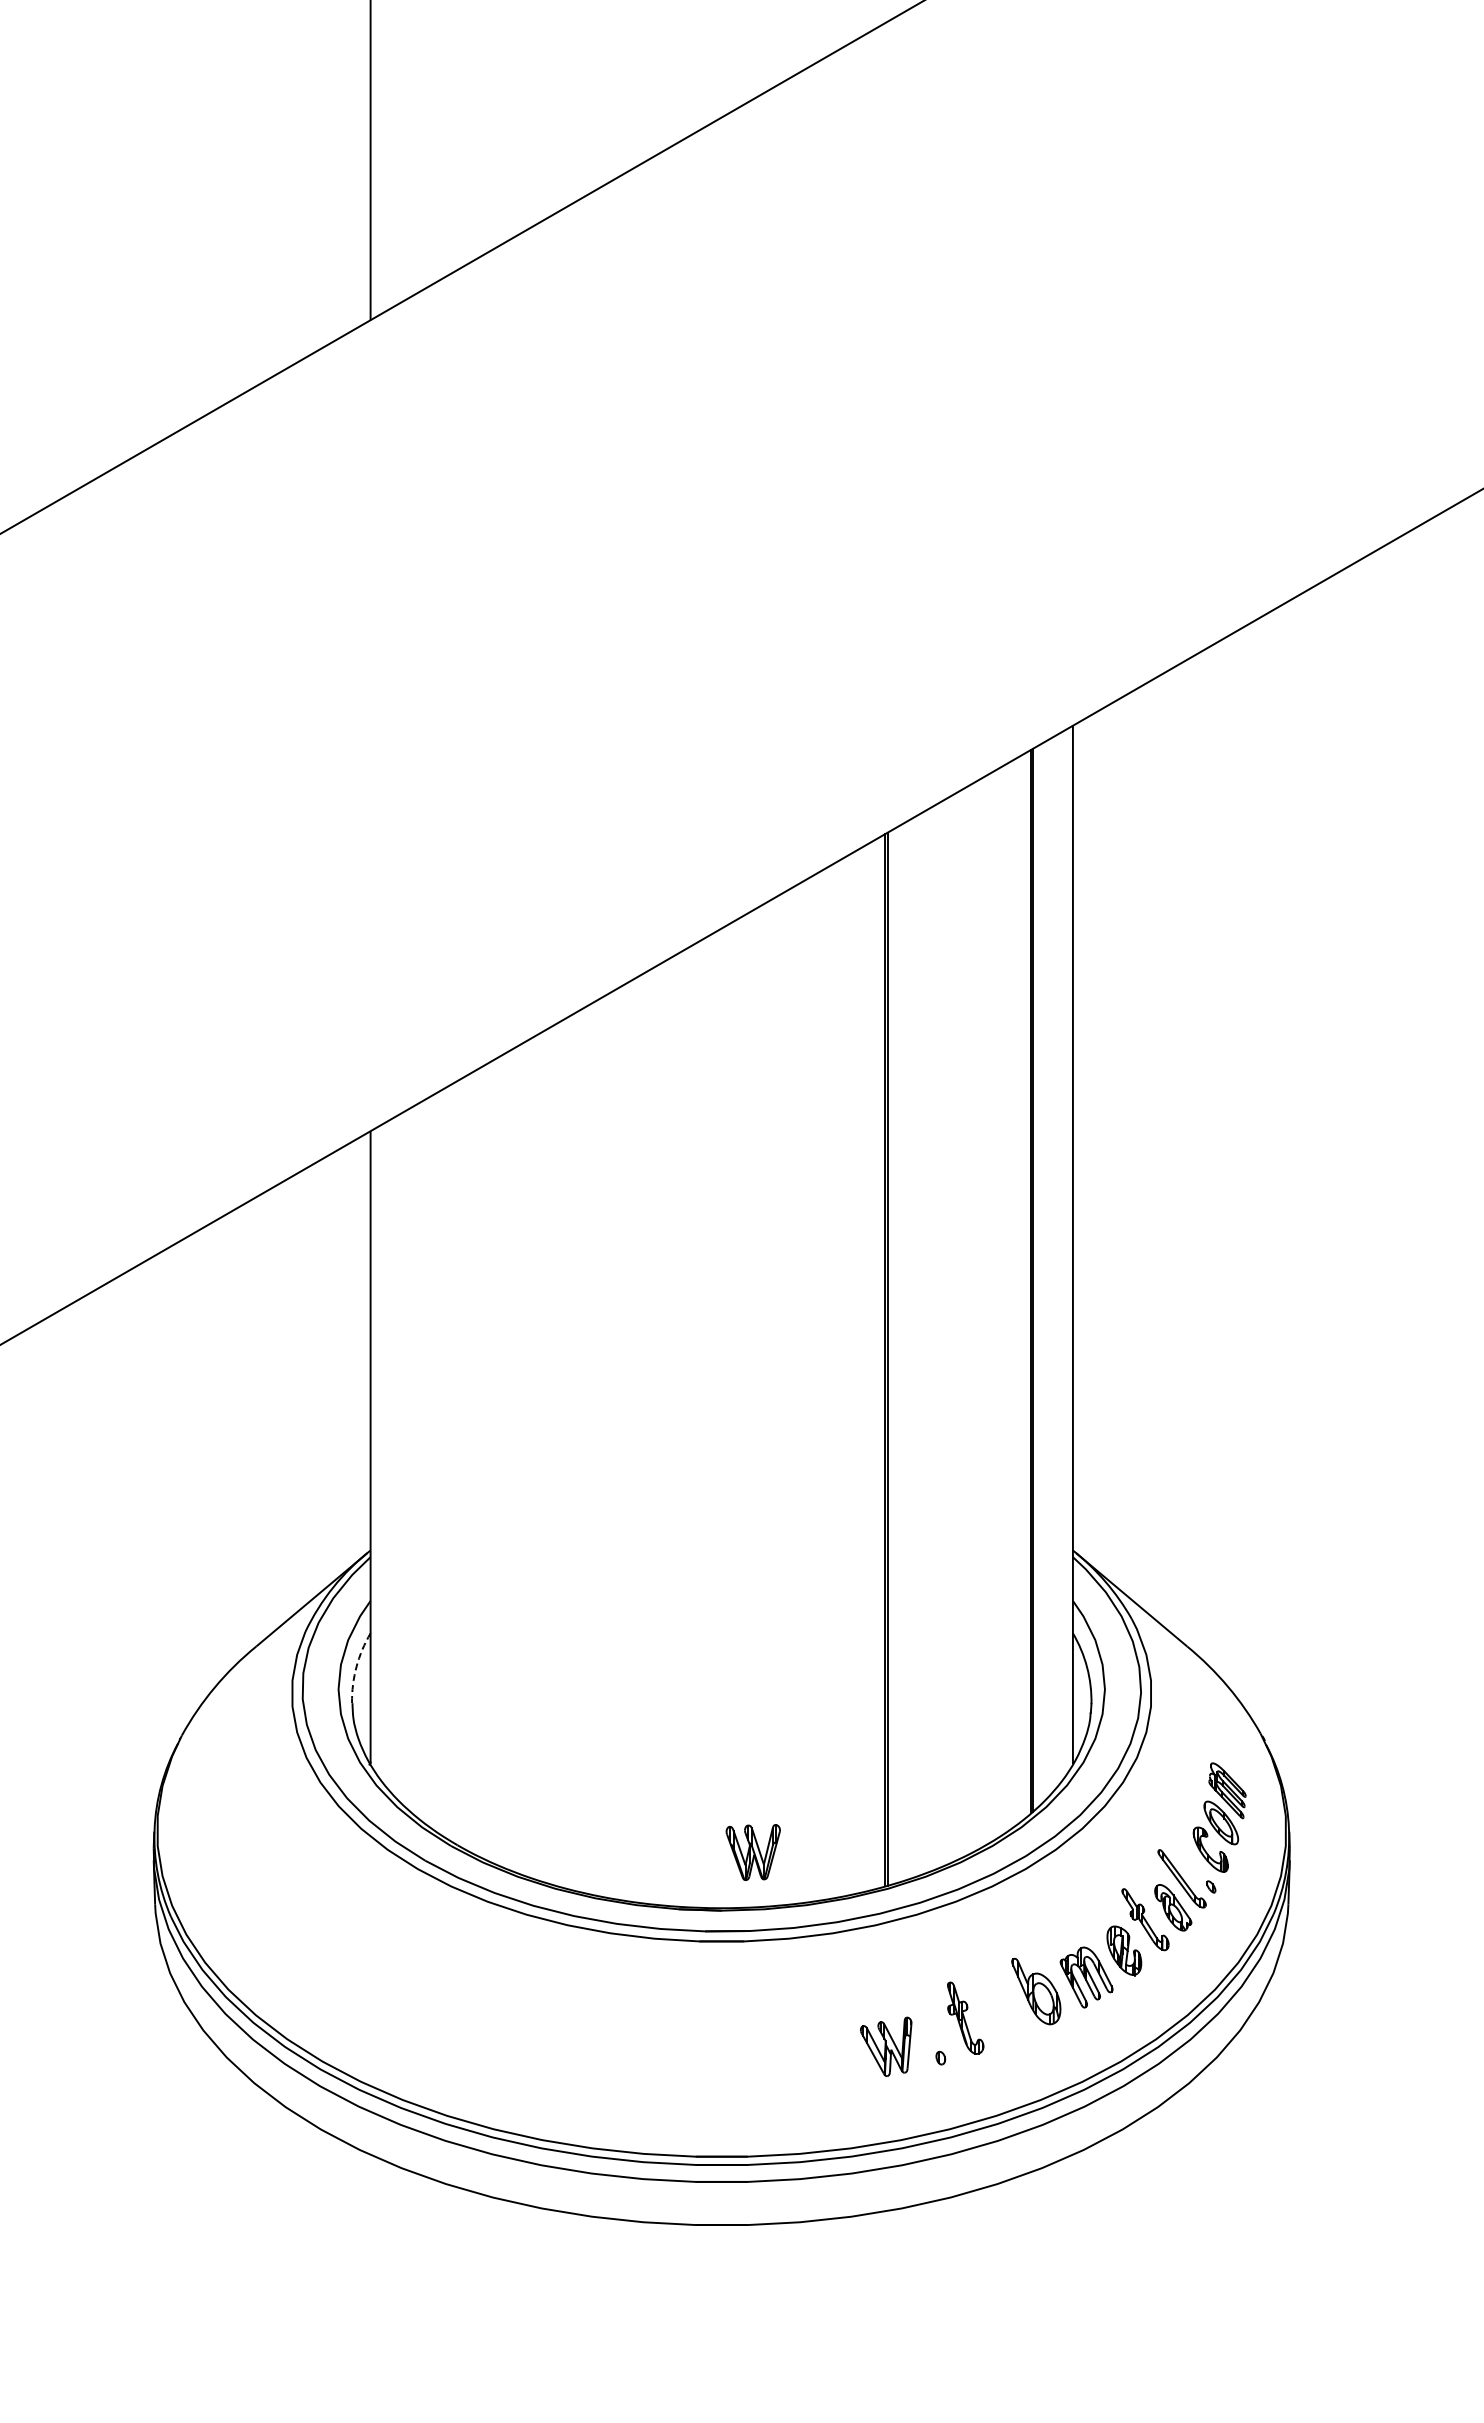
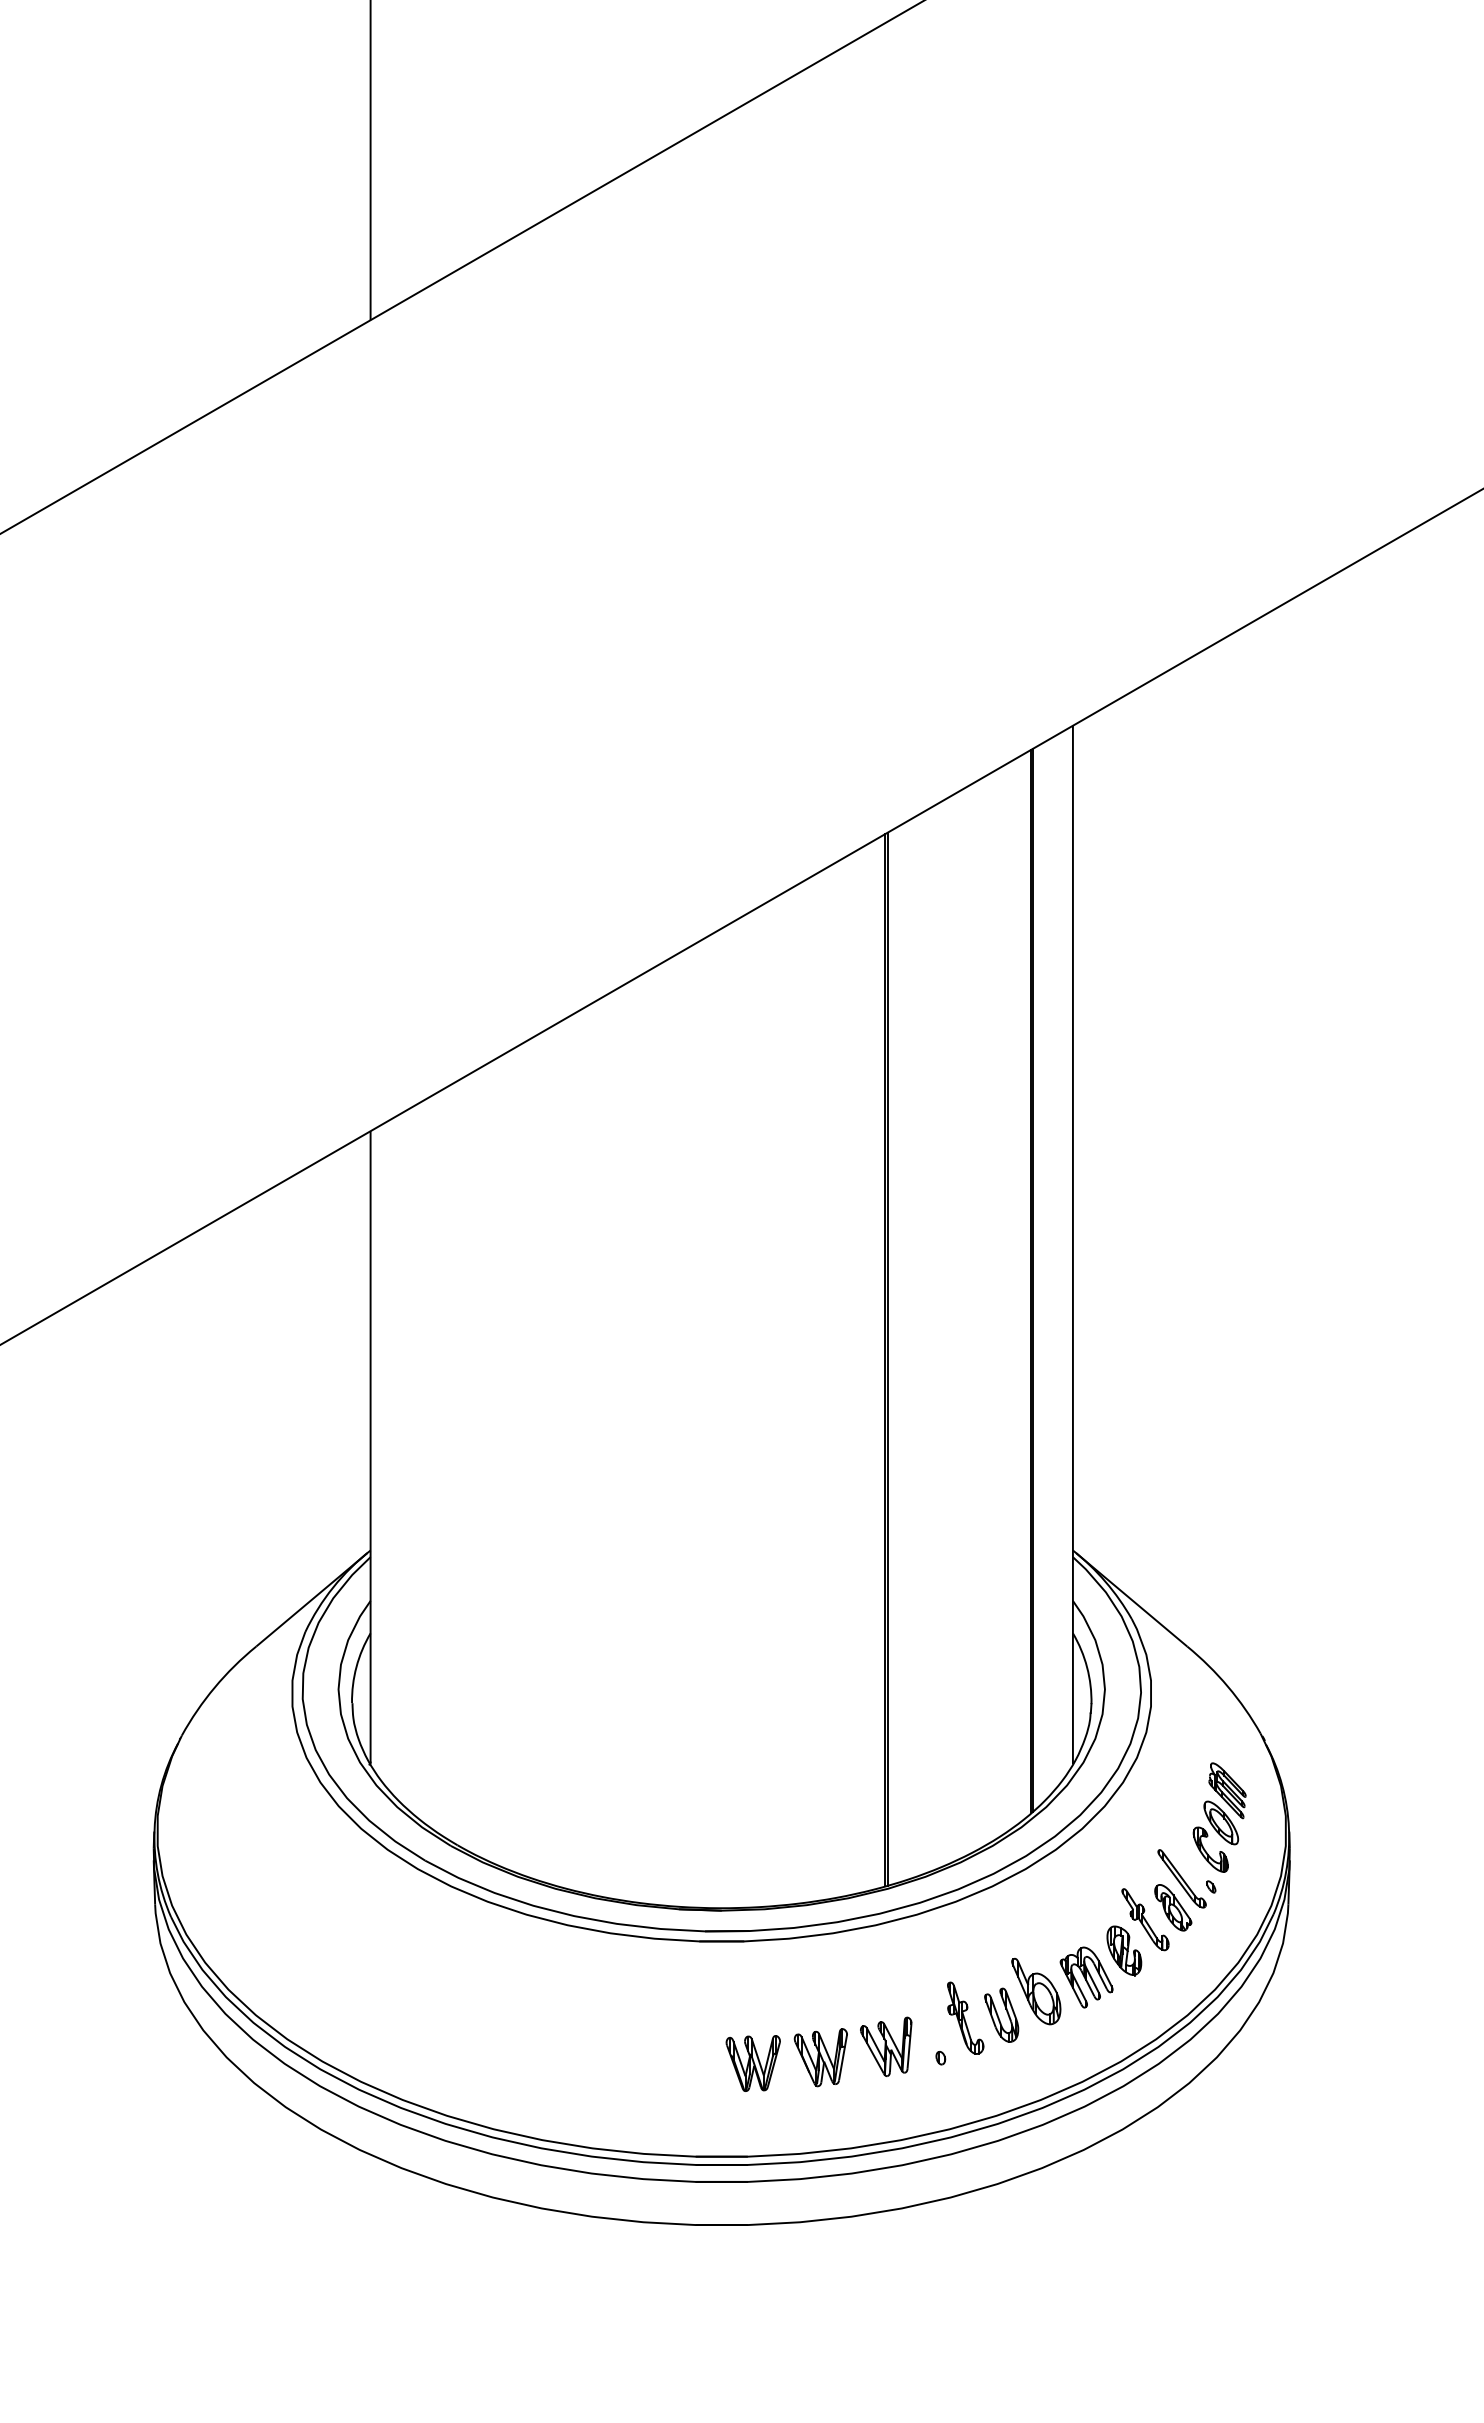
arc at (356, 1666): dashed -> solid
part at (752, 1852) position: (752, 1852) -> (752, 2063)
part at (1001, 2014): none -> present
part at (820, 2057): none -> present
